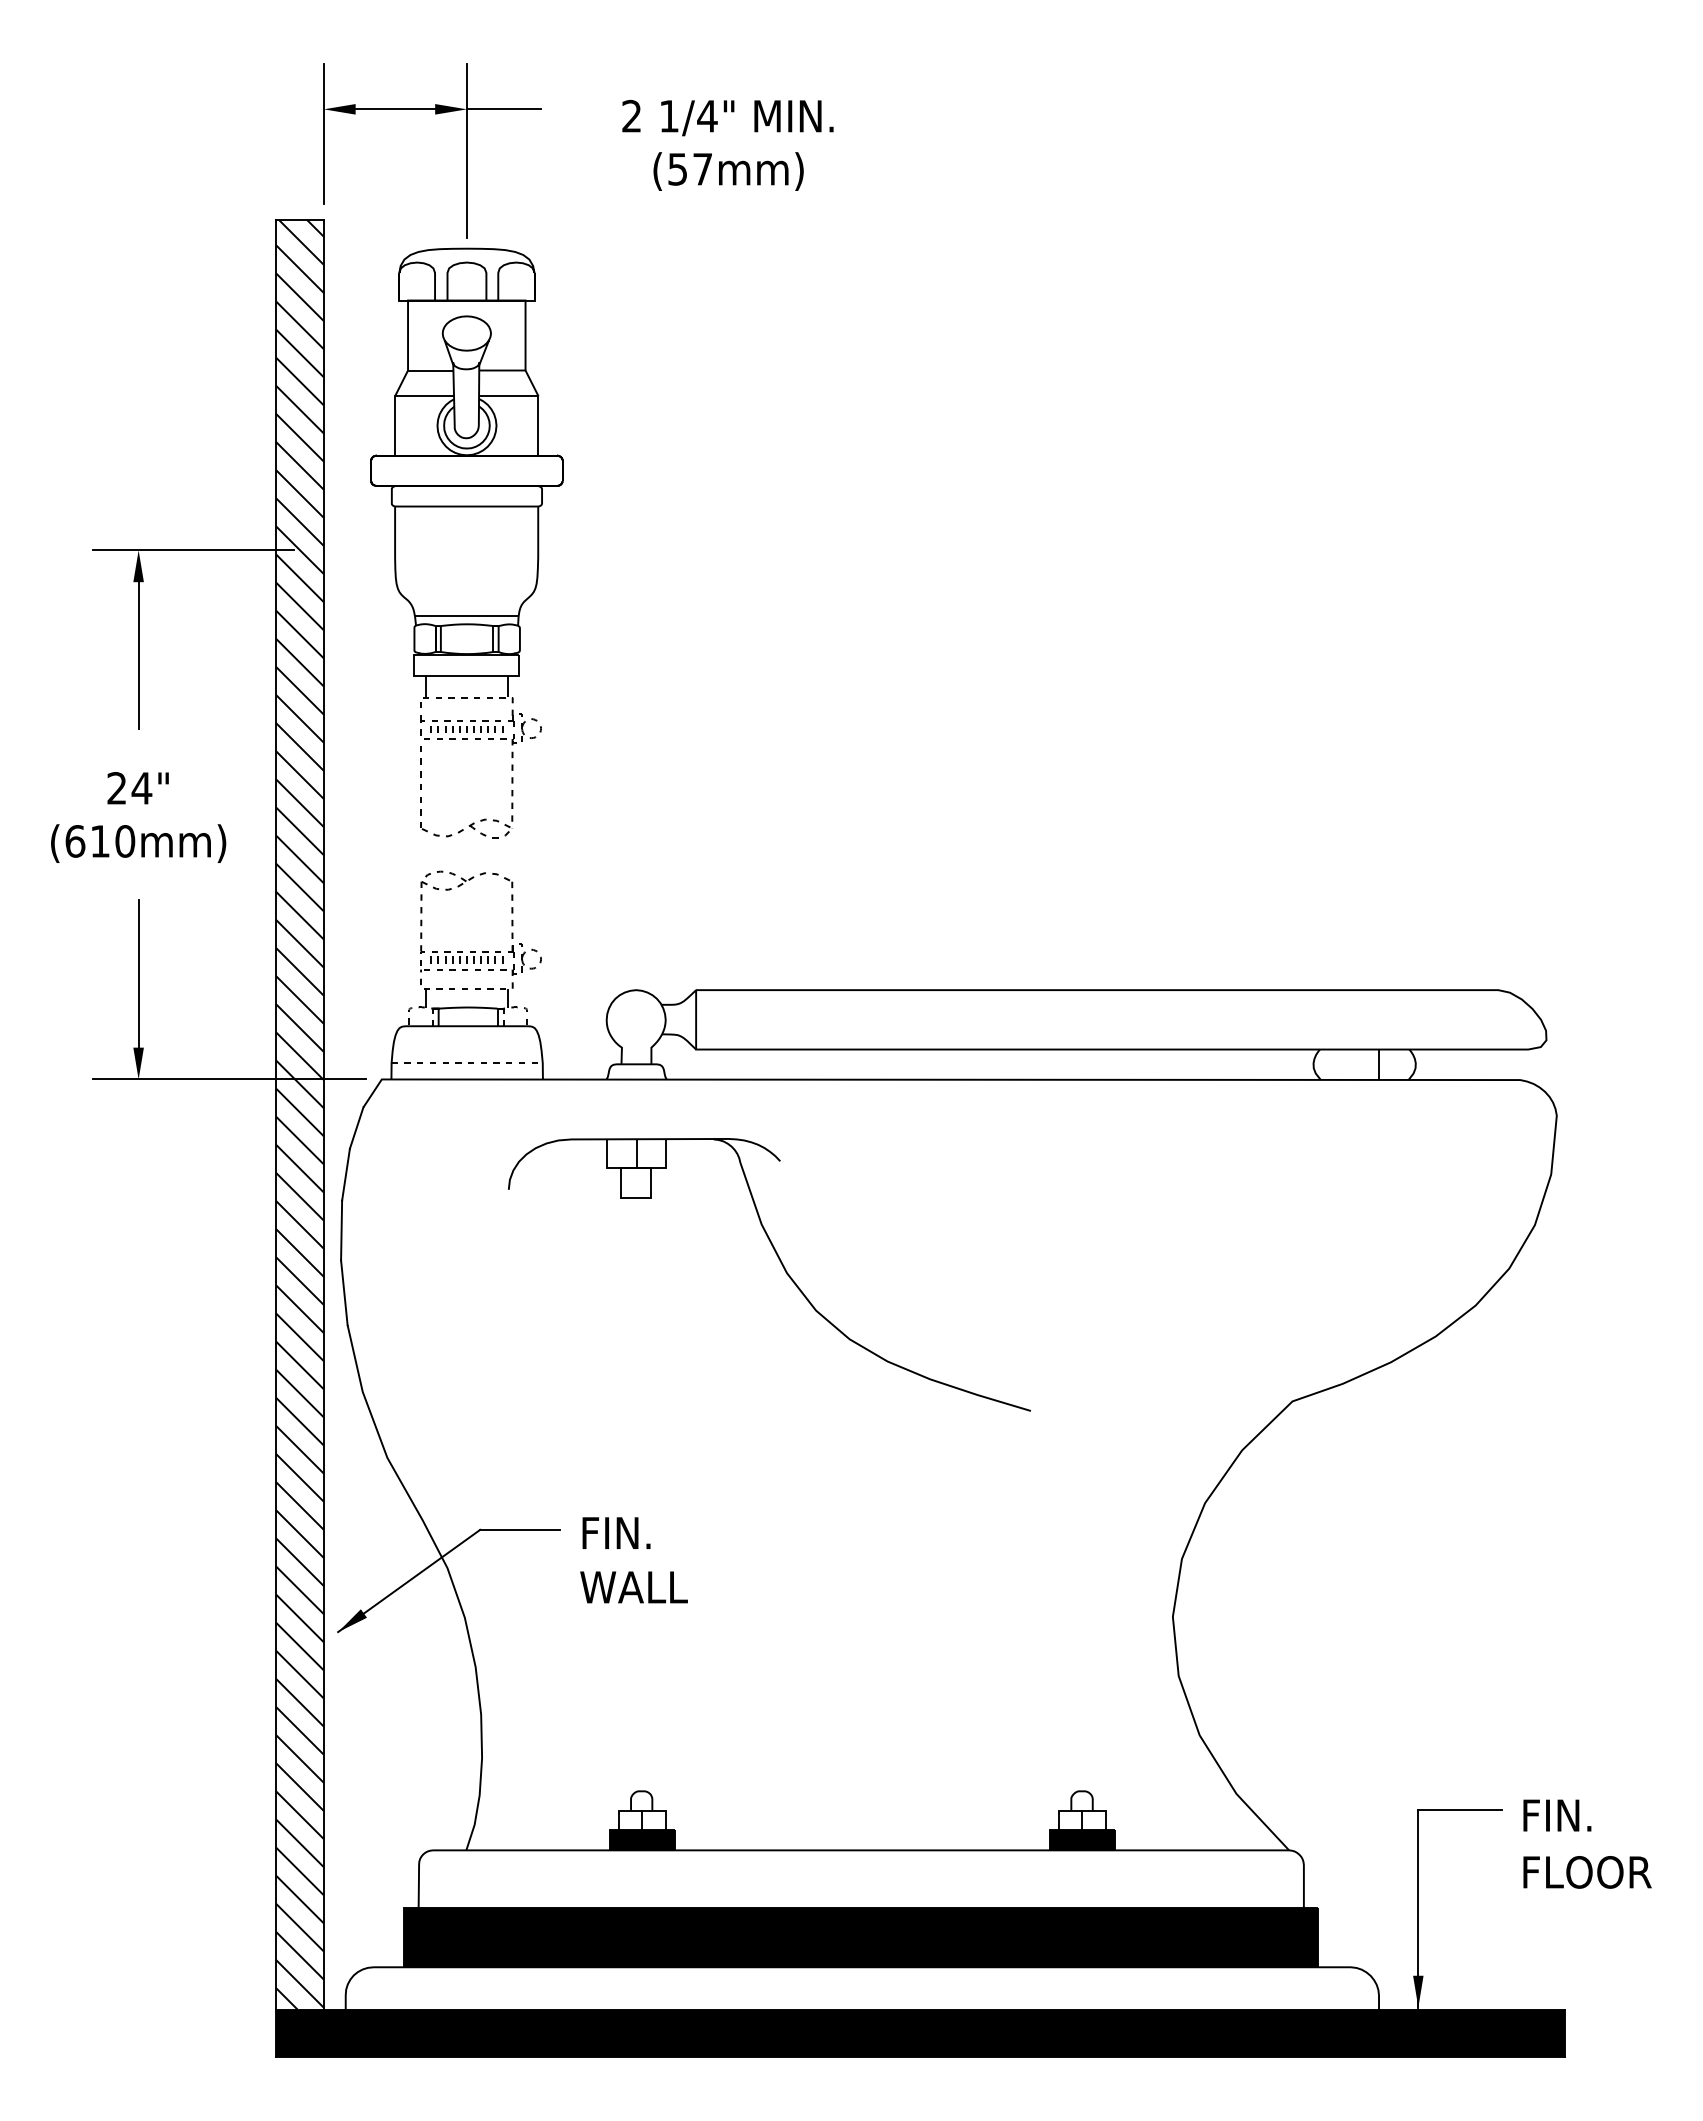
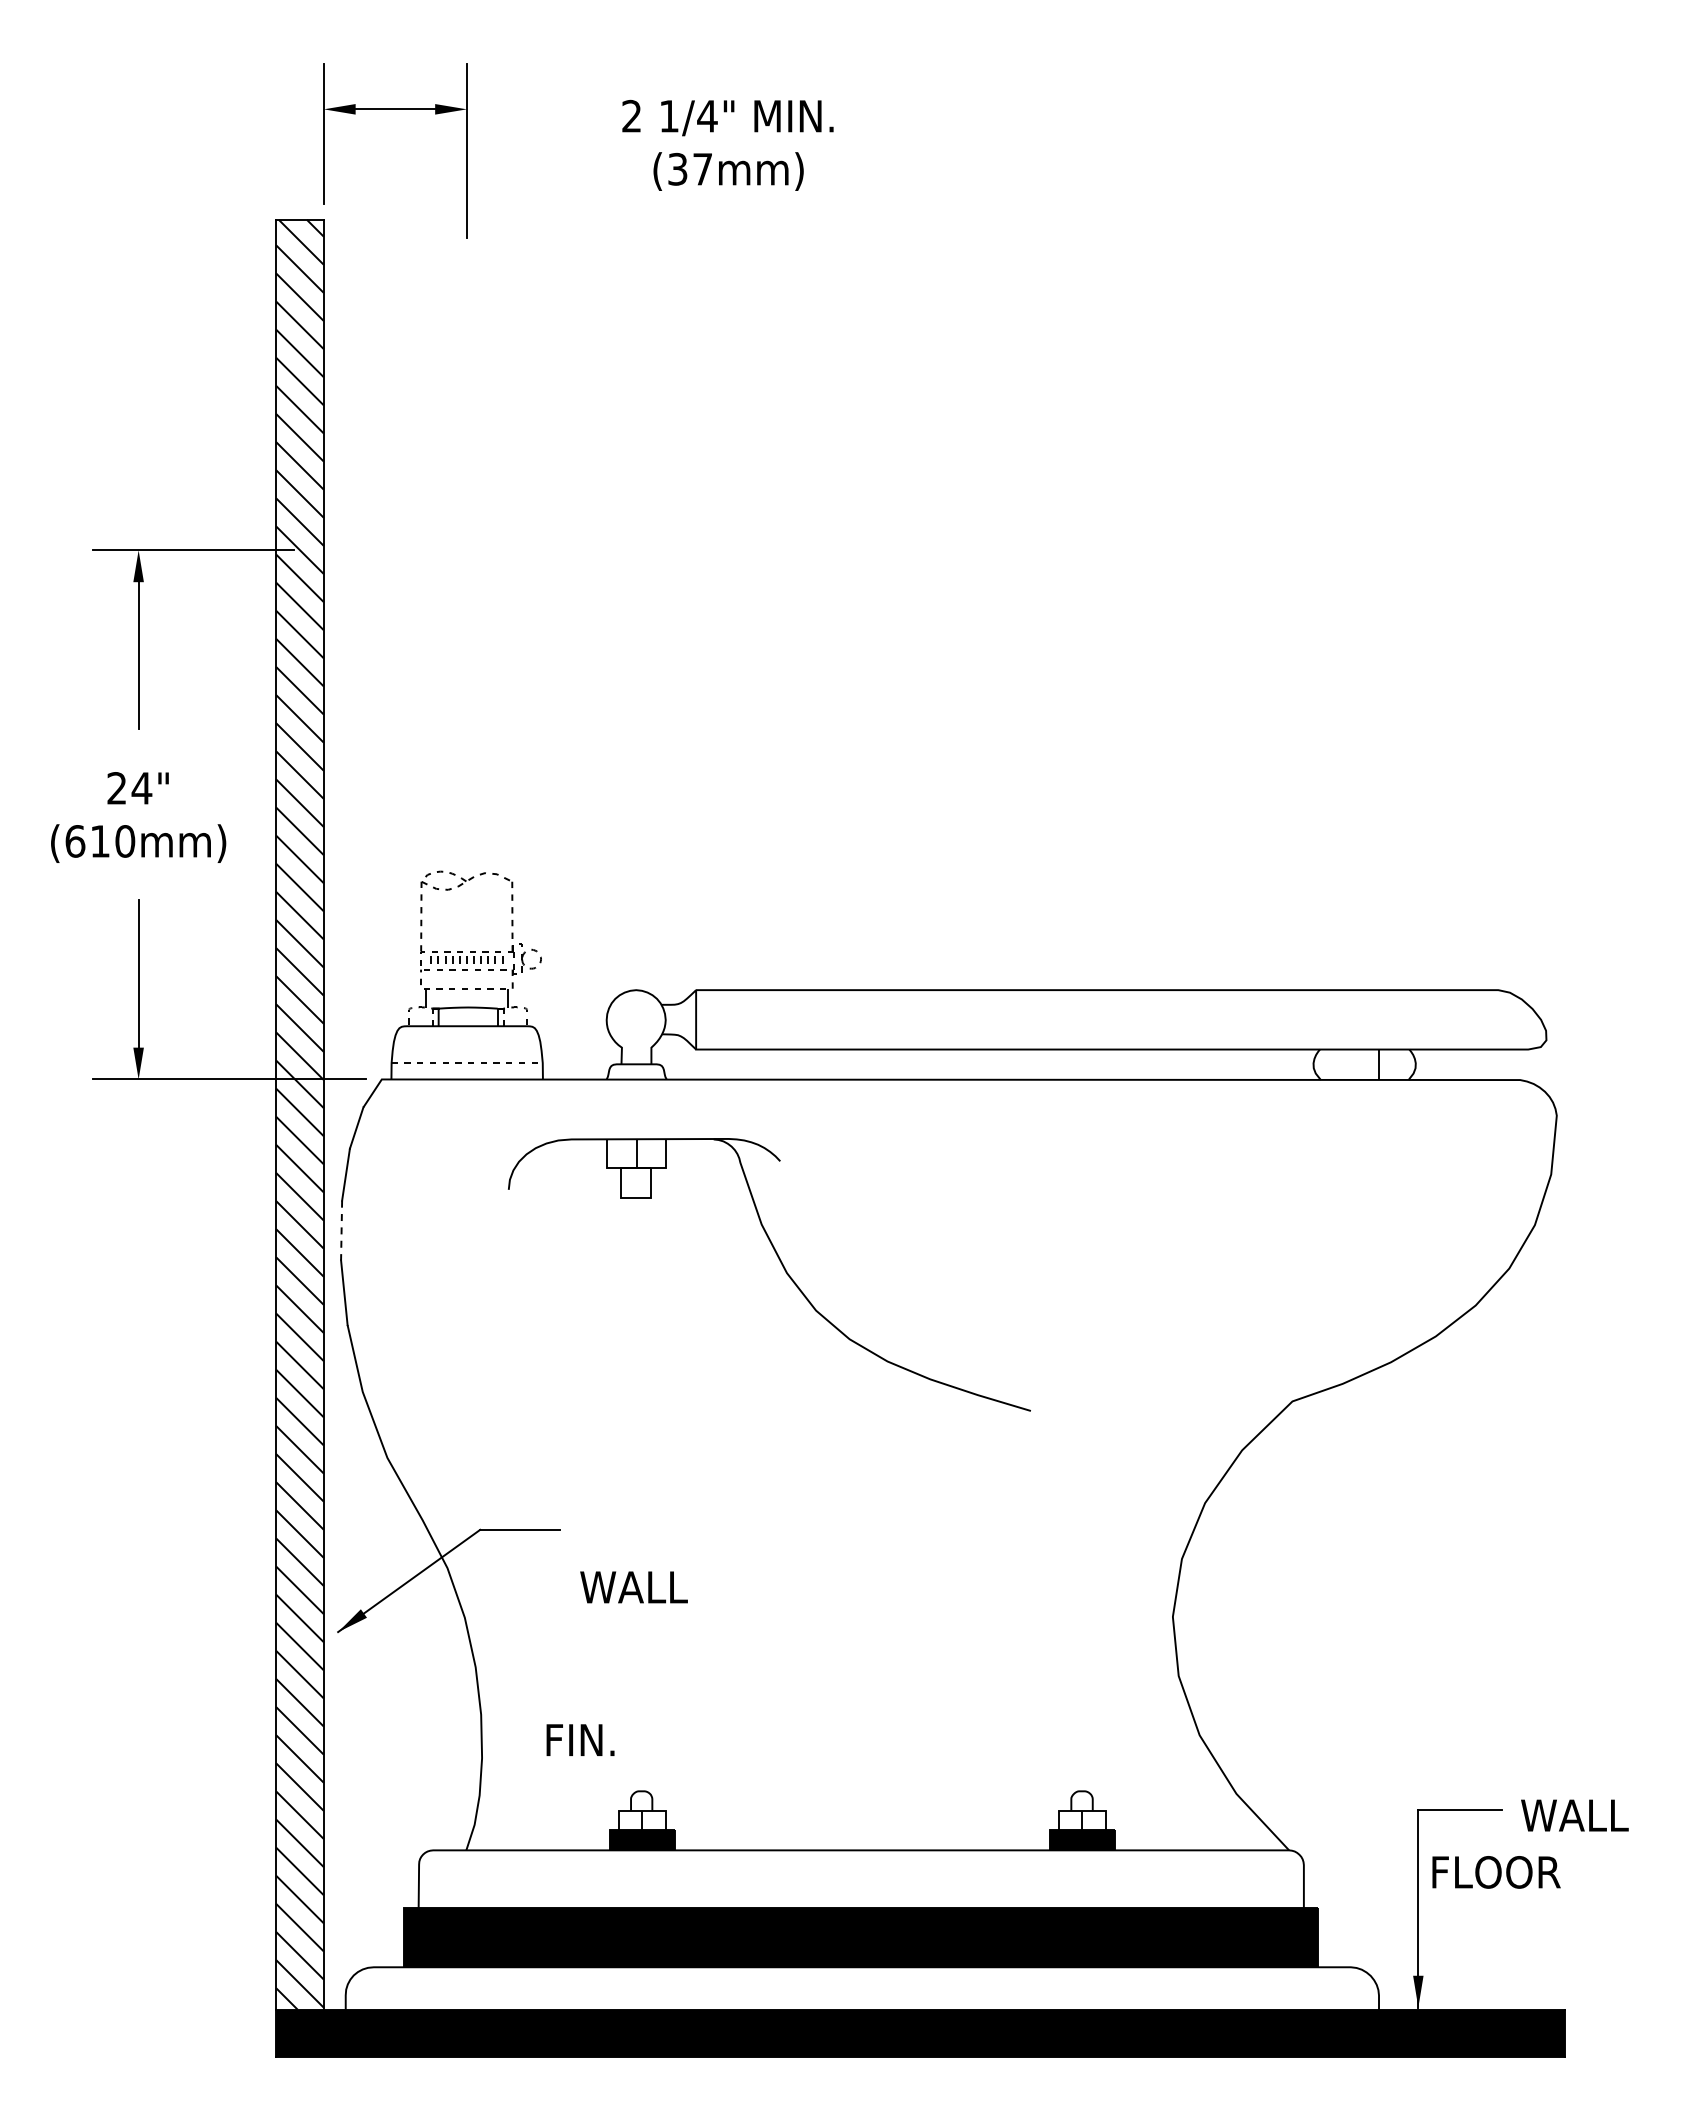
line at (503, 109): present -> none
text at (678, 168): (57mm) -> (37mm)
part at (466, 542): present -> none
line at (341, 1230): solid -> dashed
text at (616, 1532) position: (616, 1532) -> (580, 1739)
text at (1574, 1815): FIN. -> WALL
text at (1587, 1872) position: (1587, 1872) -> (1496, 1872)
